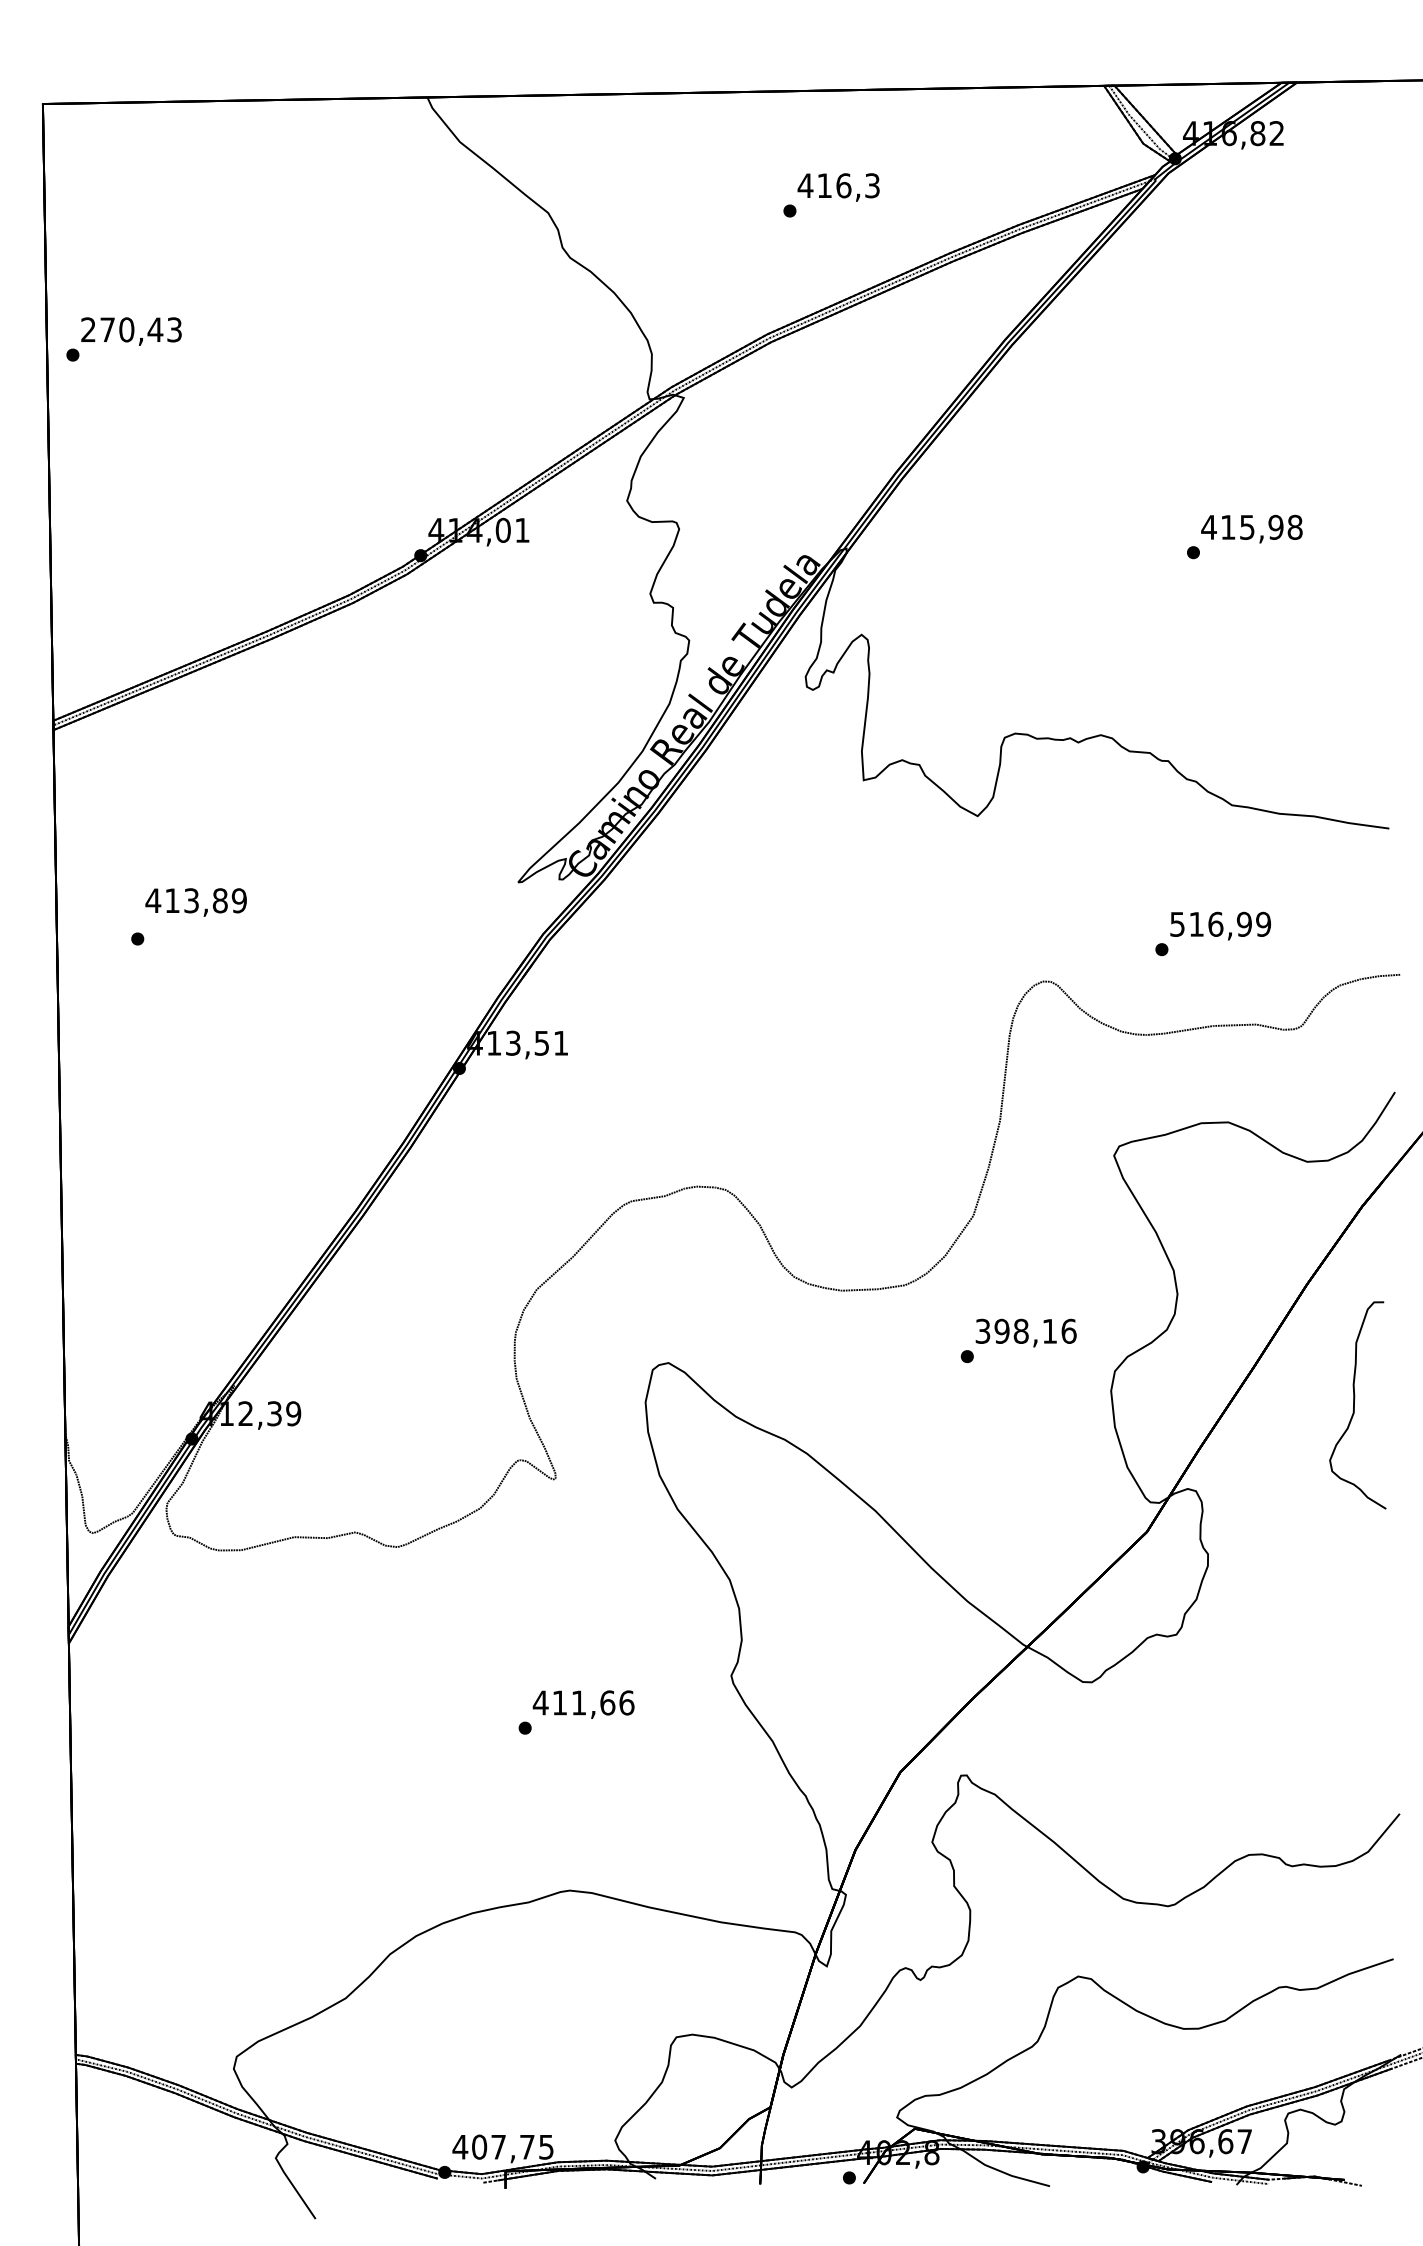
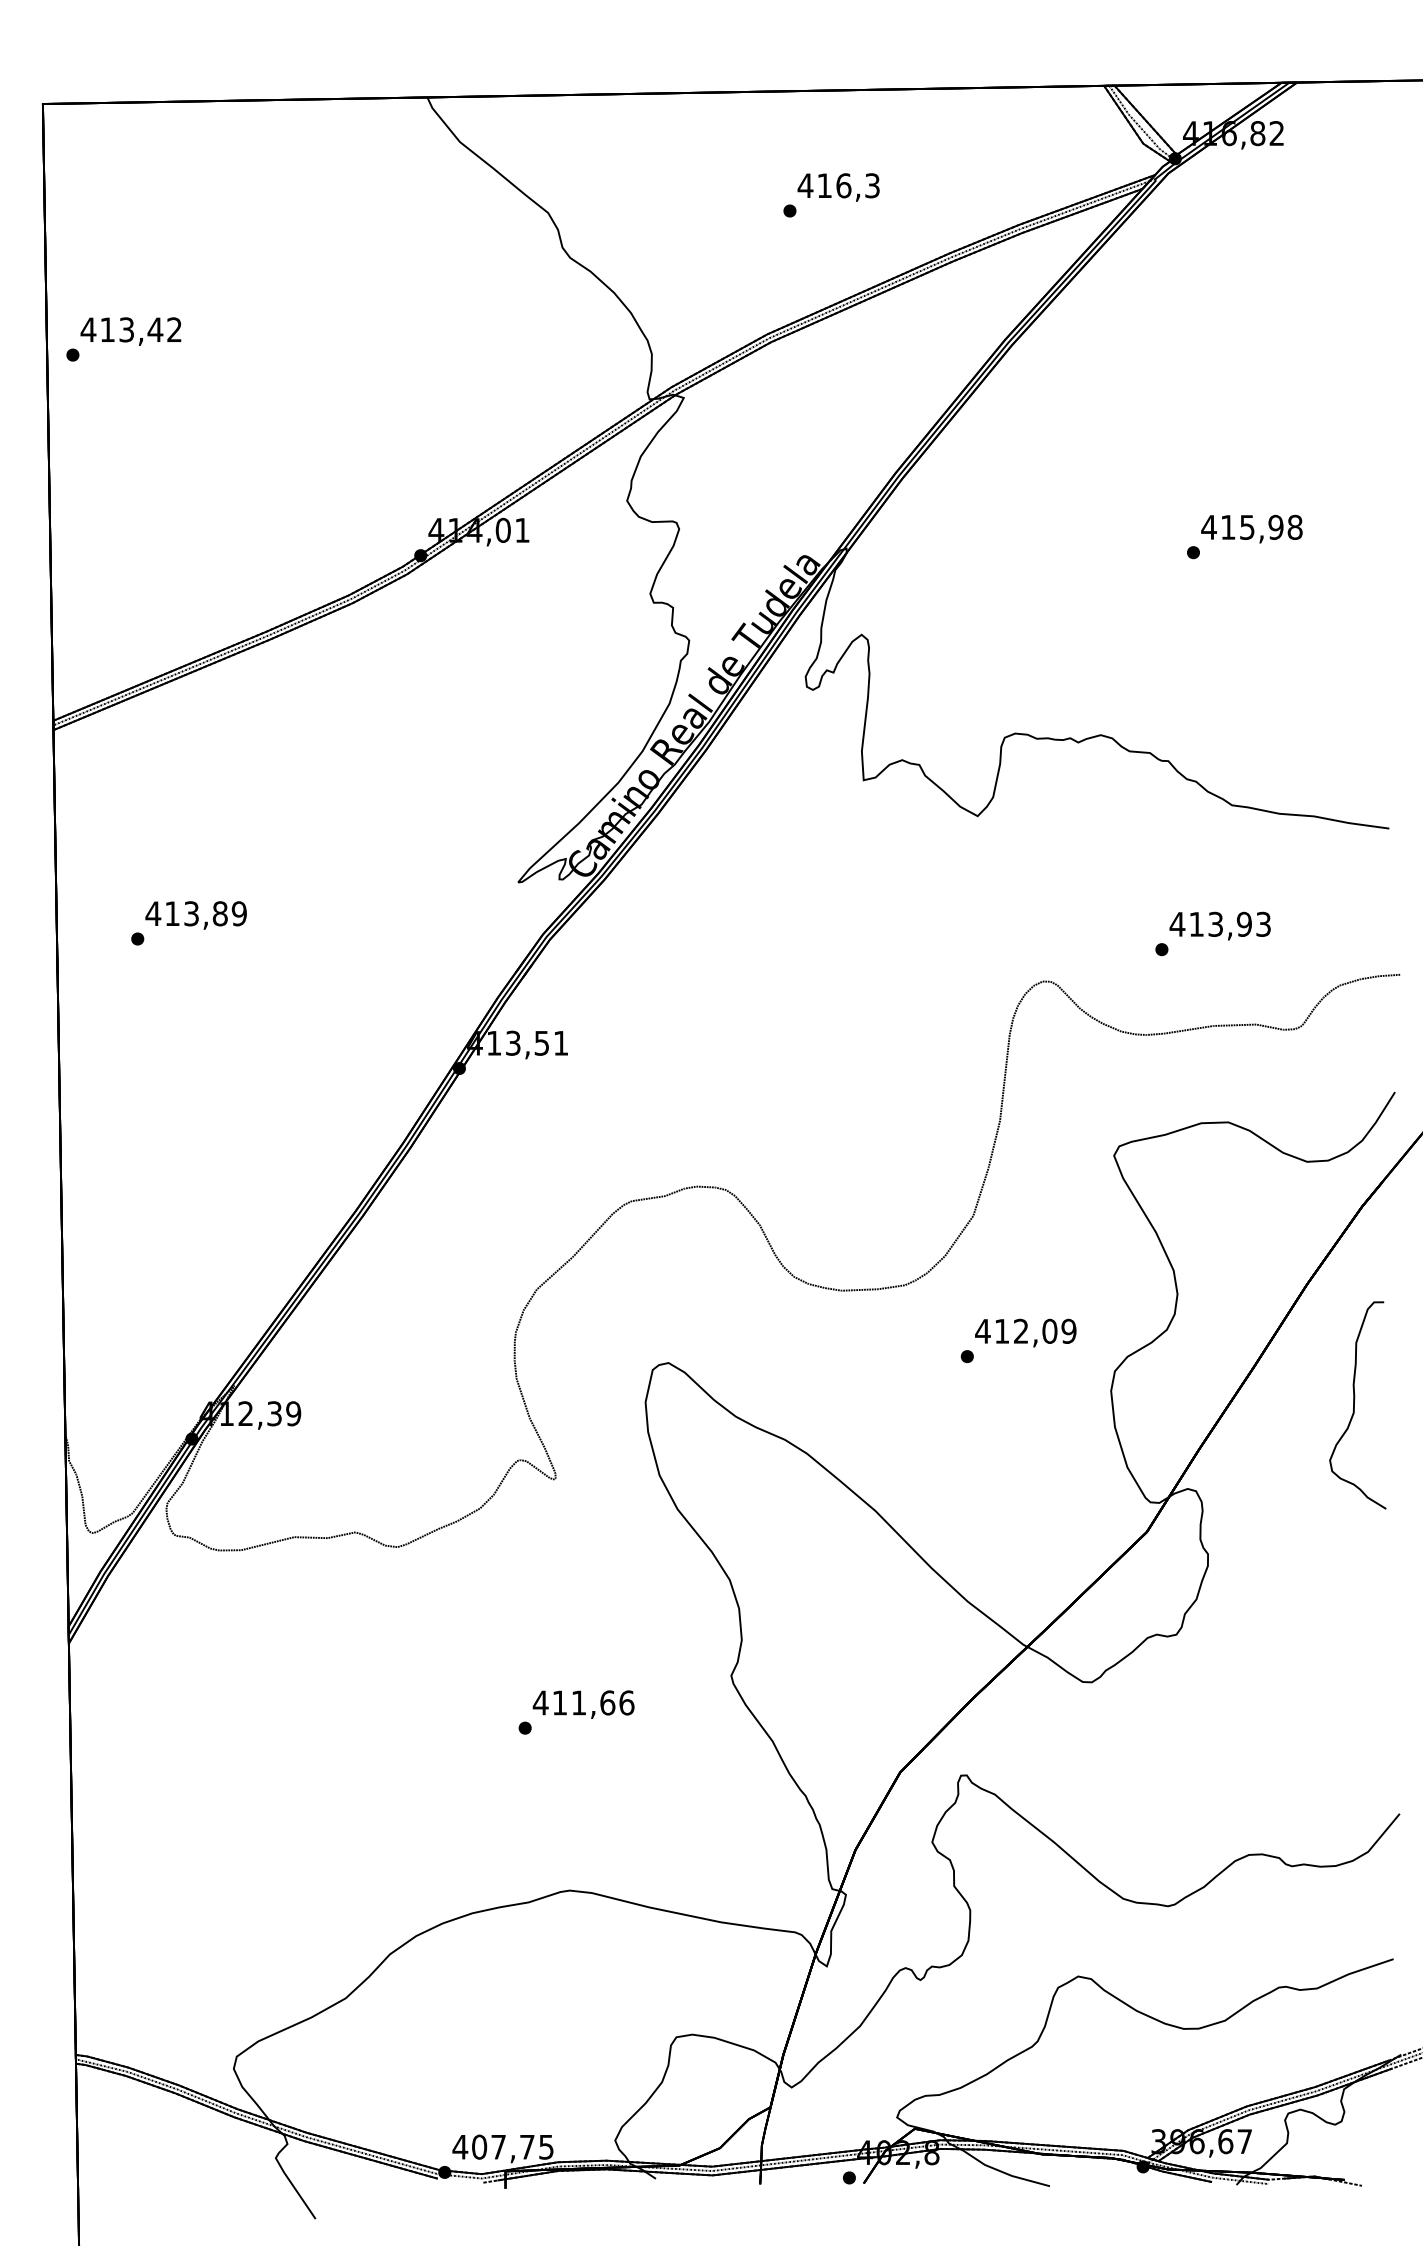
text at (130, 329): 270,43 -> 413,42
text at (195, 902) position: (195, 902) -> (195, 915)
text at (1220, 923): 516,99 -> 413,93
text at (1025, 1330): 398,16 -> 412,09
